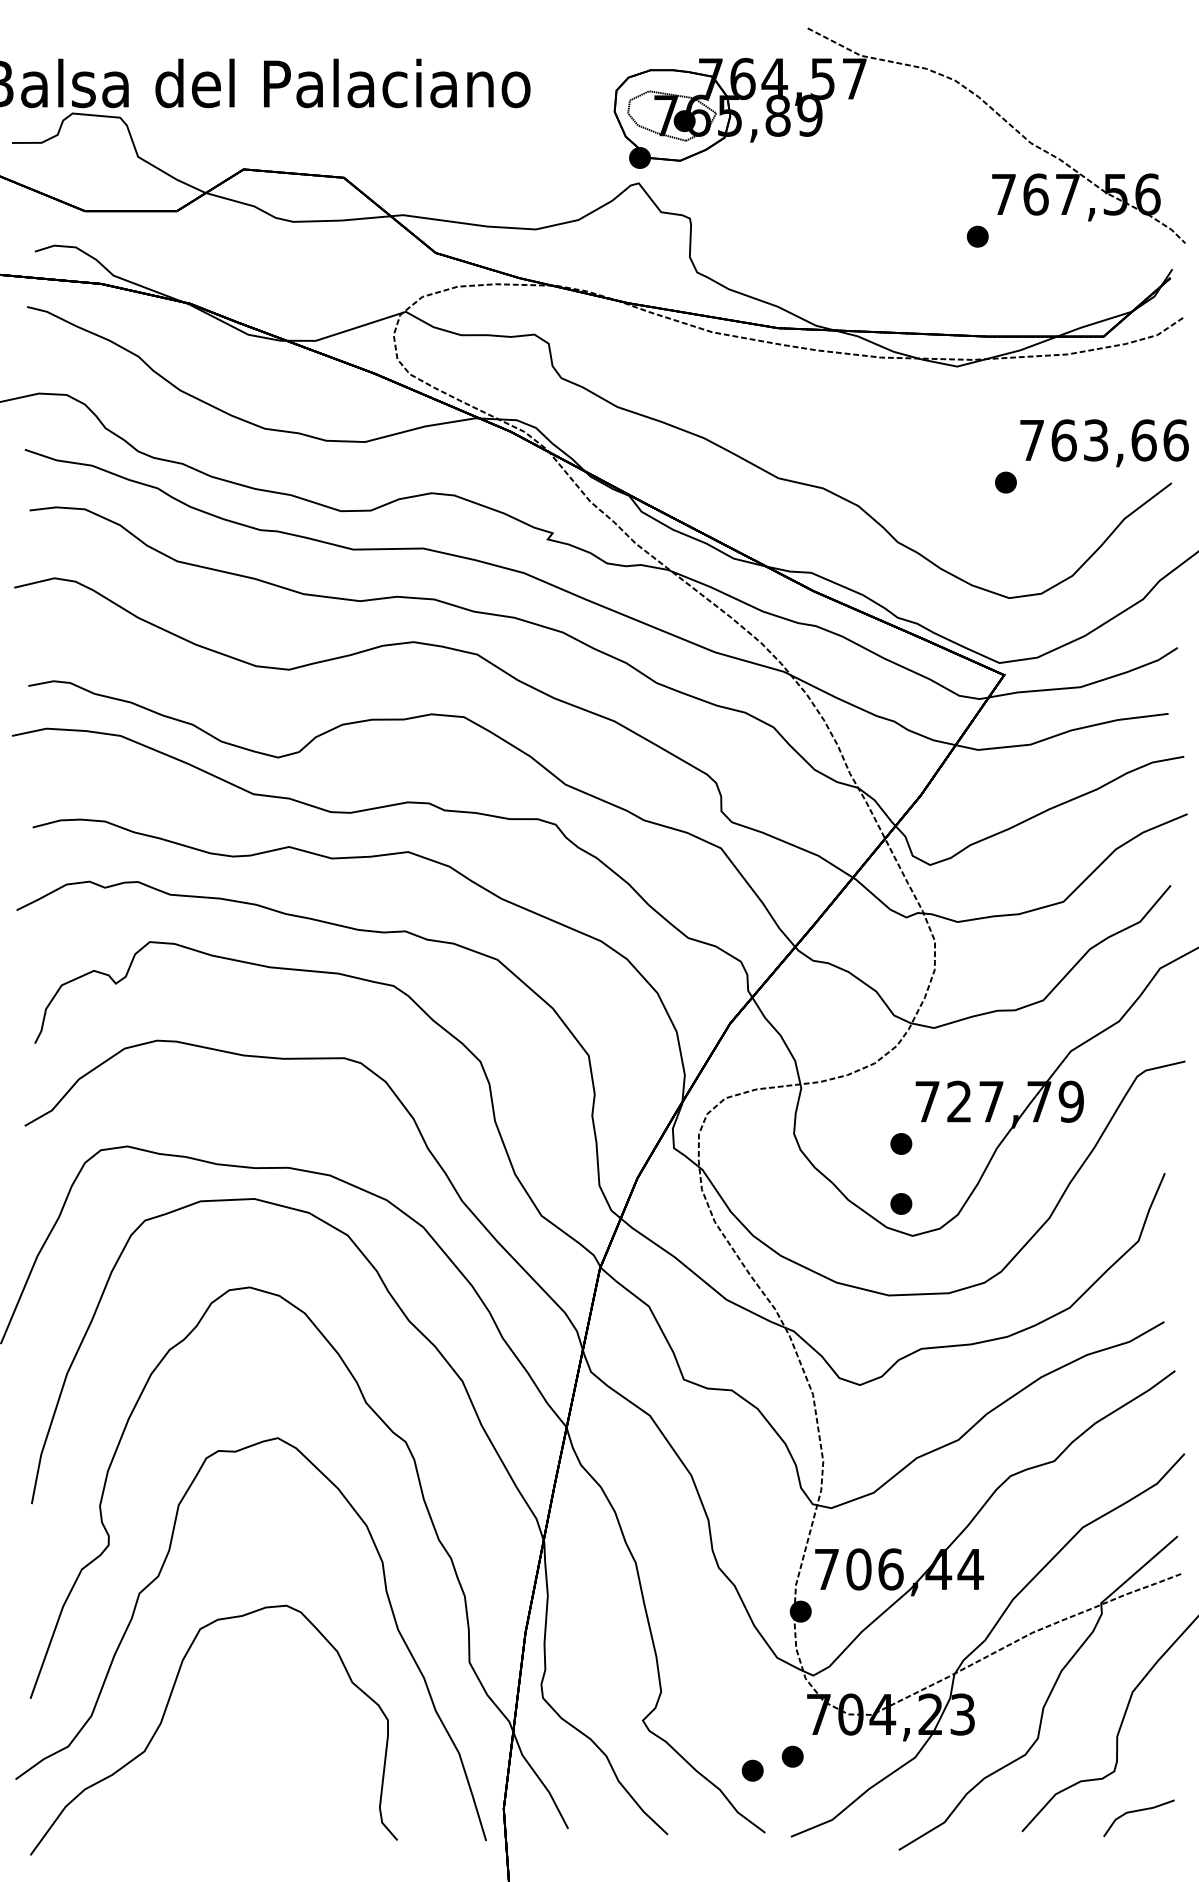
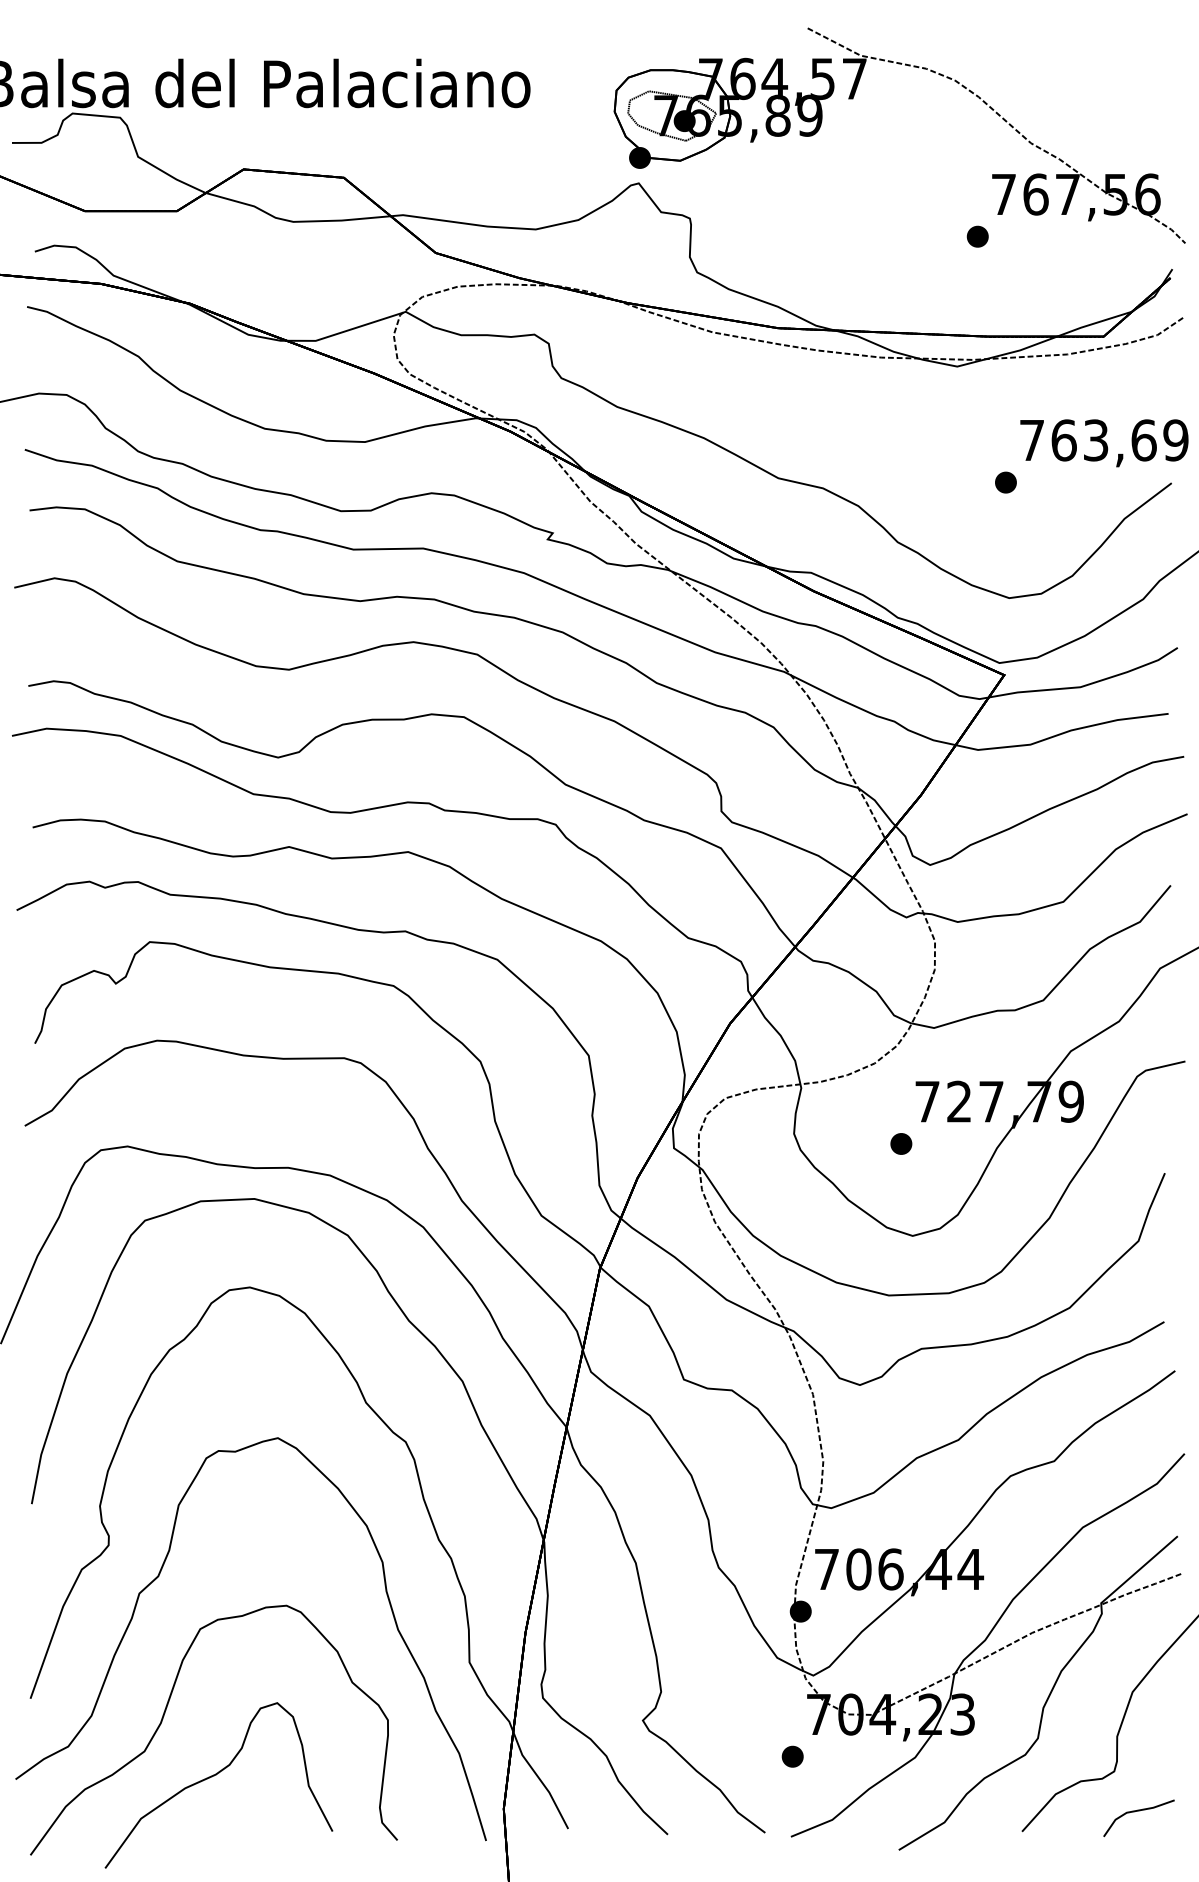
text at (1175, 440): 763,66 -> 763,69
part at (901, 1203): present -> none
part at (752, 1770): present -> none
part at (214, 1776): none -> present
